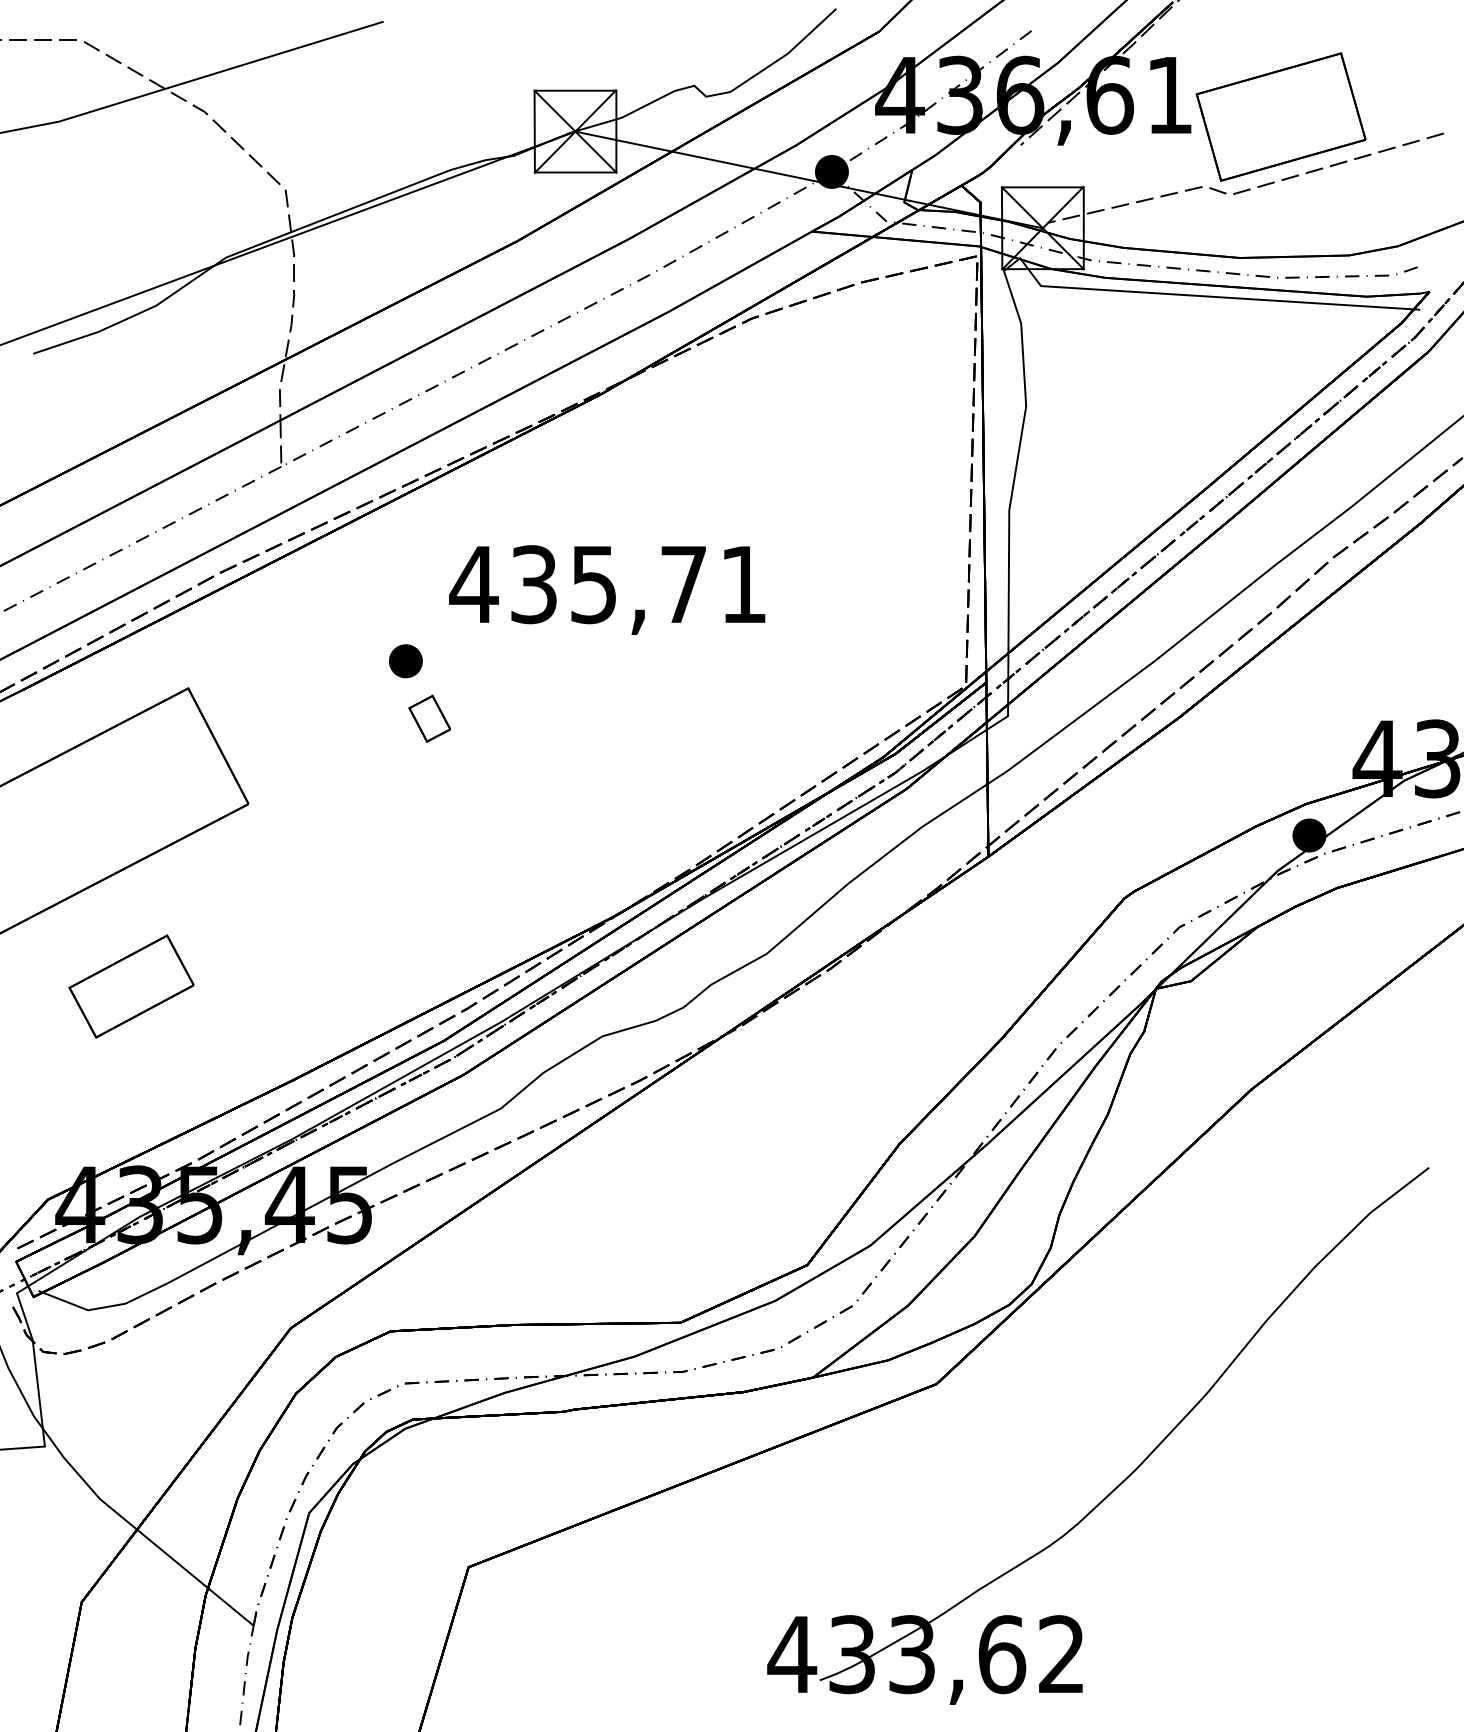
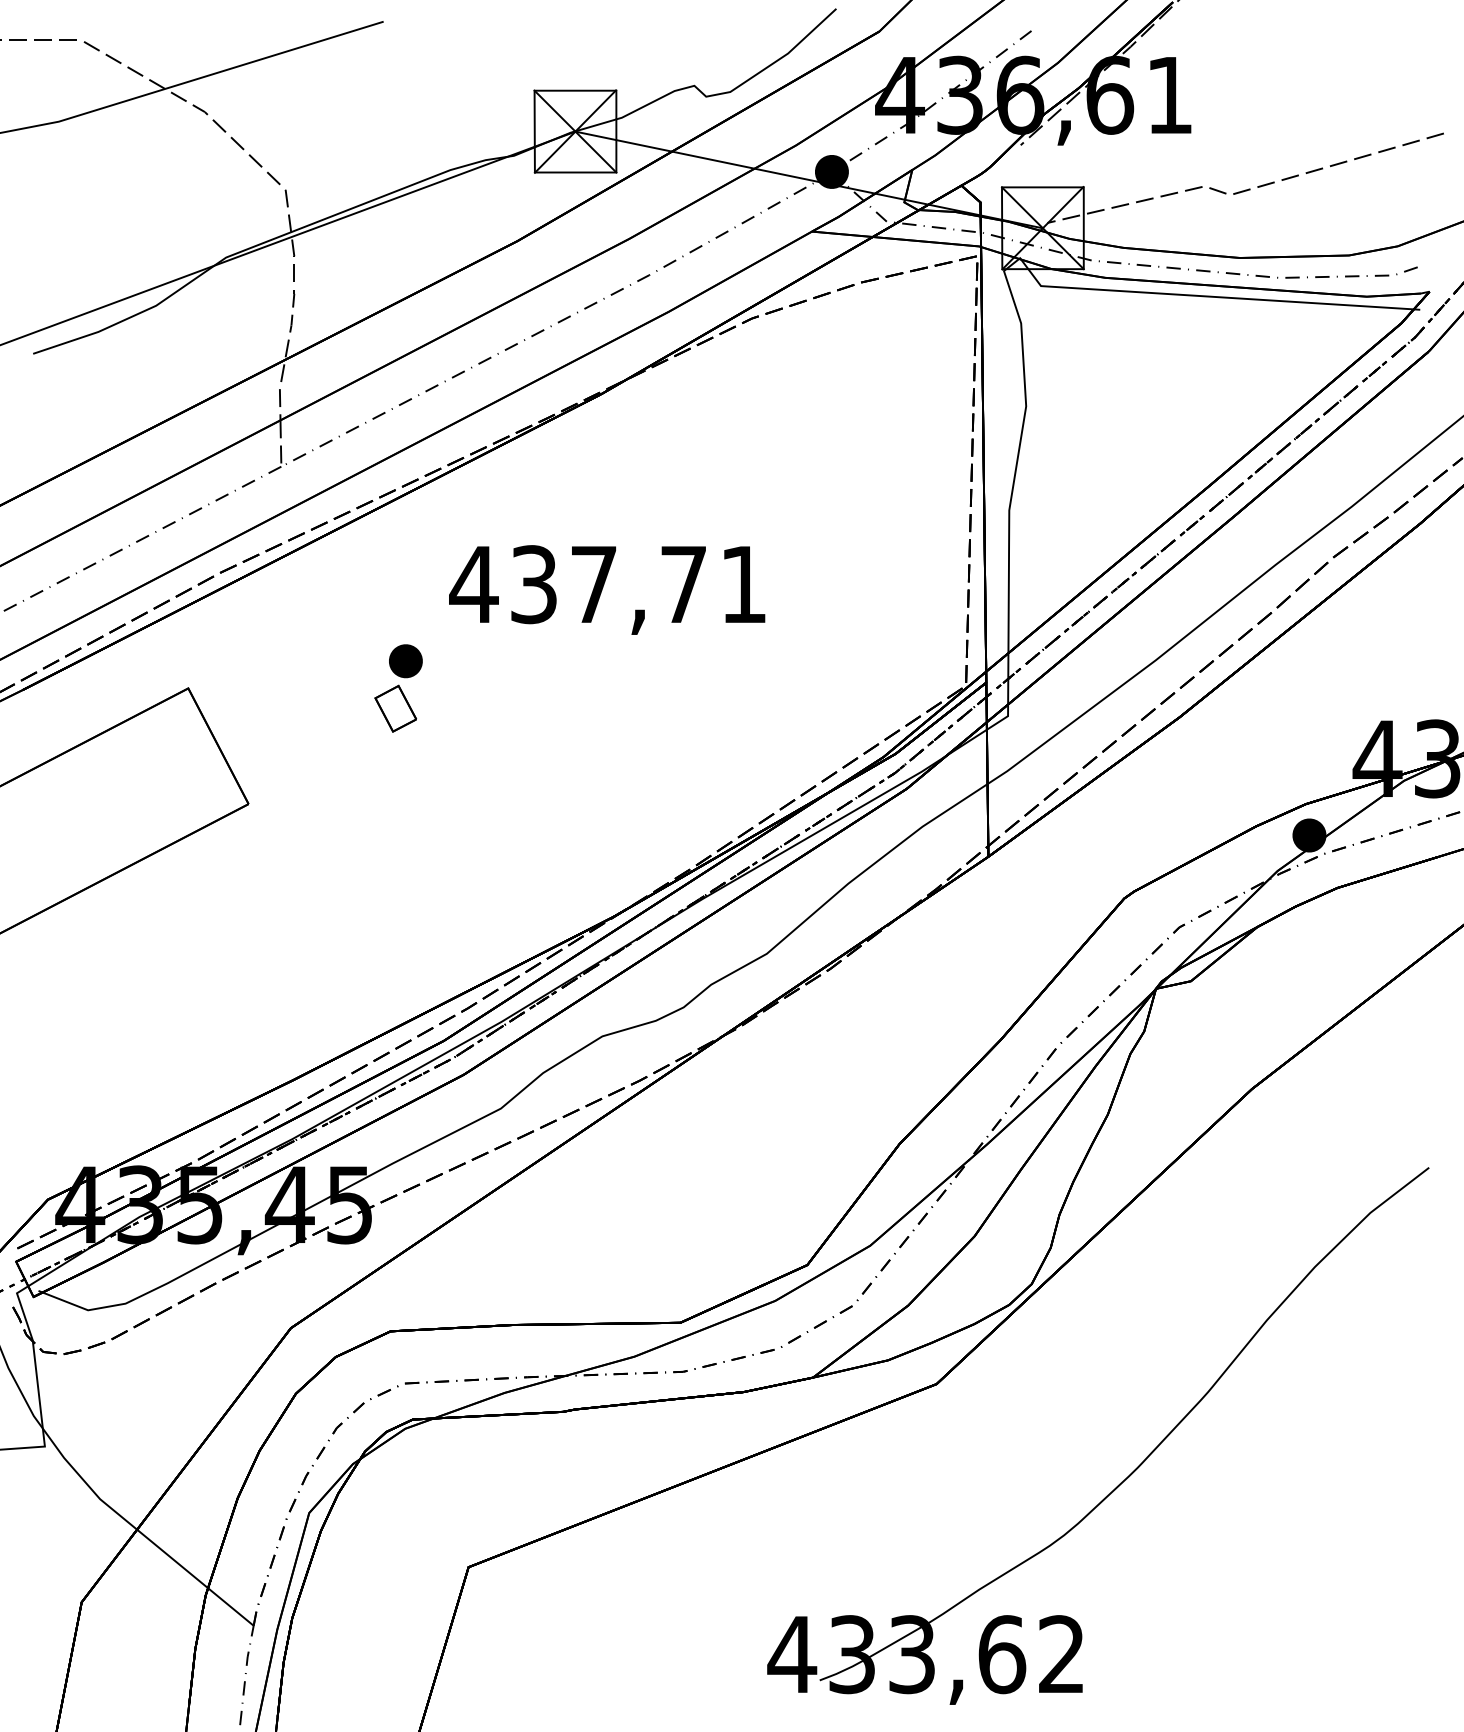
part at (1280, 116): present -> none
text at (593, 585): 435,71 -> 437,71
part at (429, 718) position: (429, 718) -> (395, 708)
part at (131, 986): present -> none
